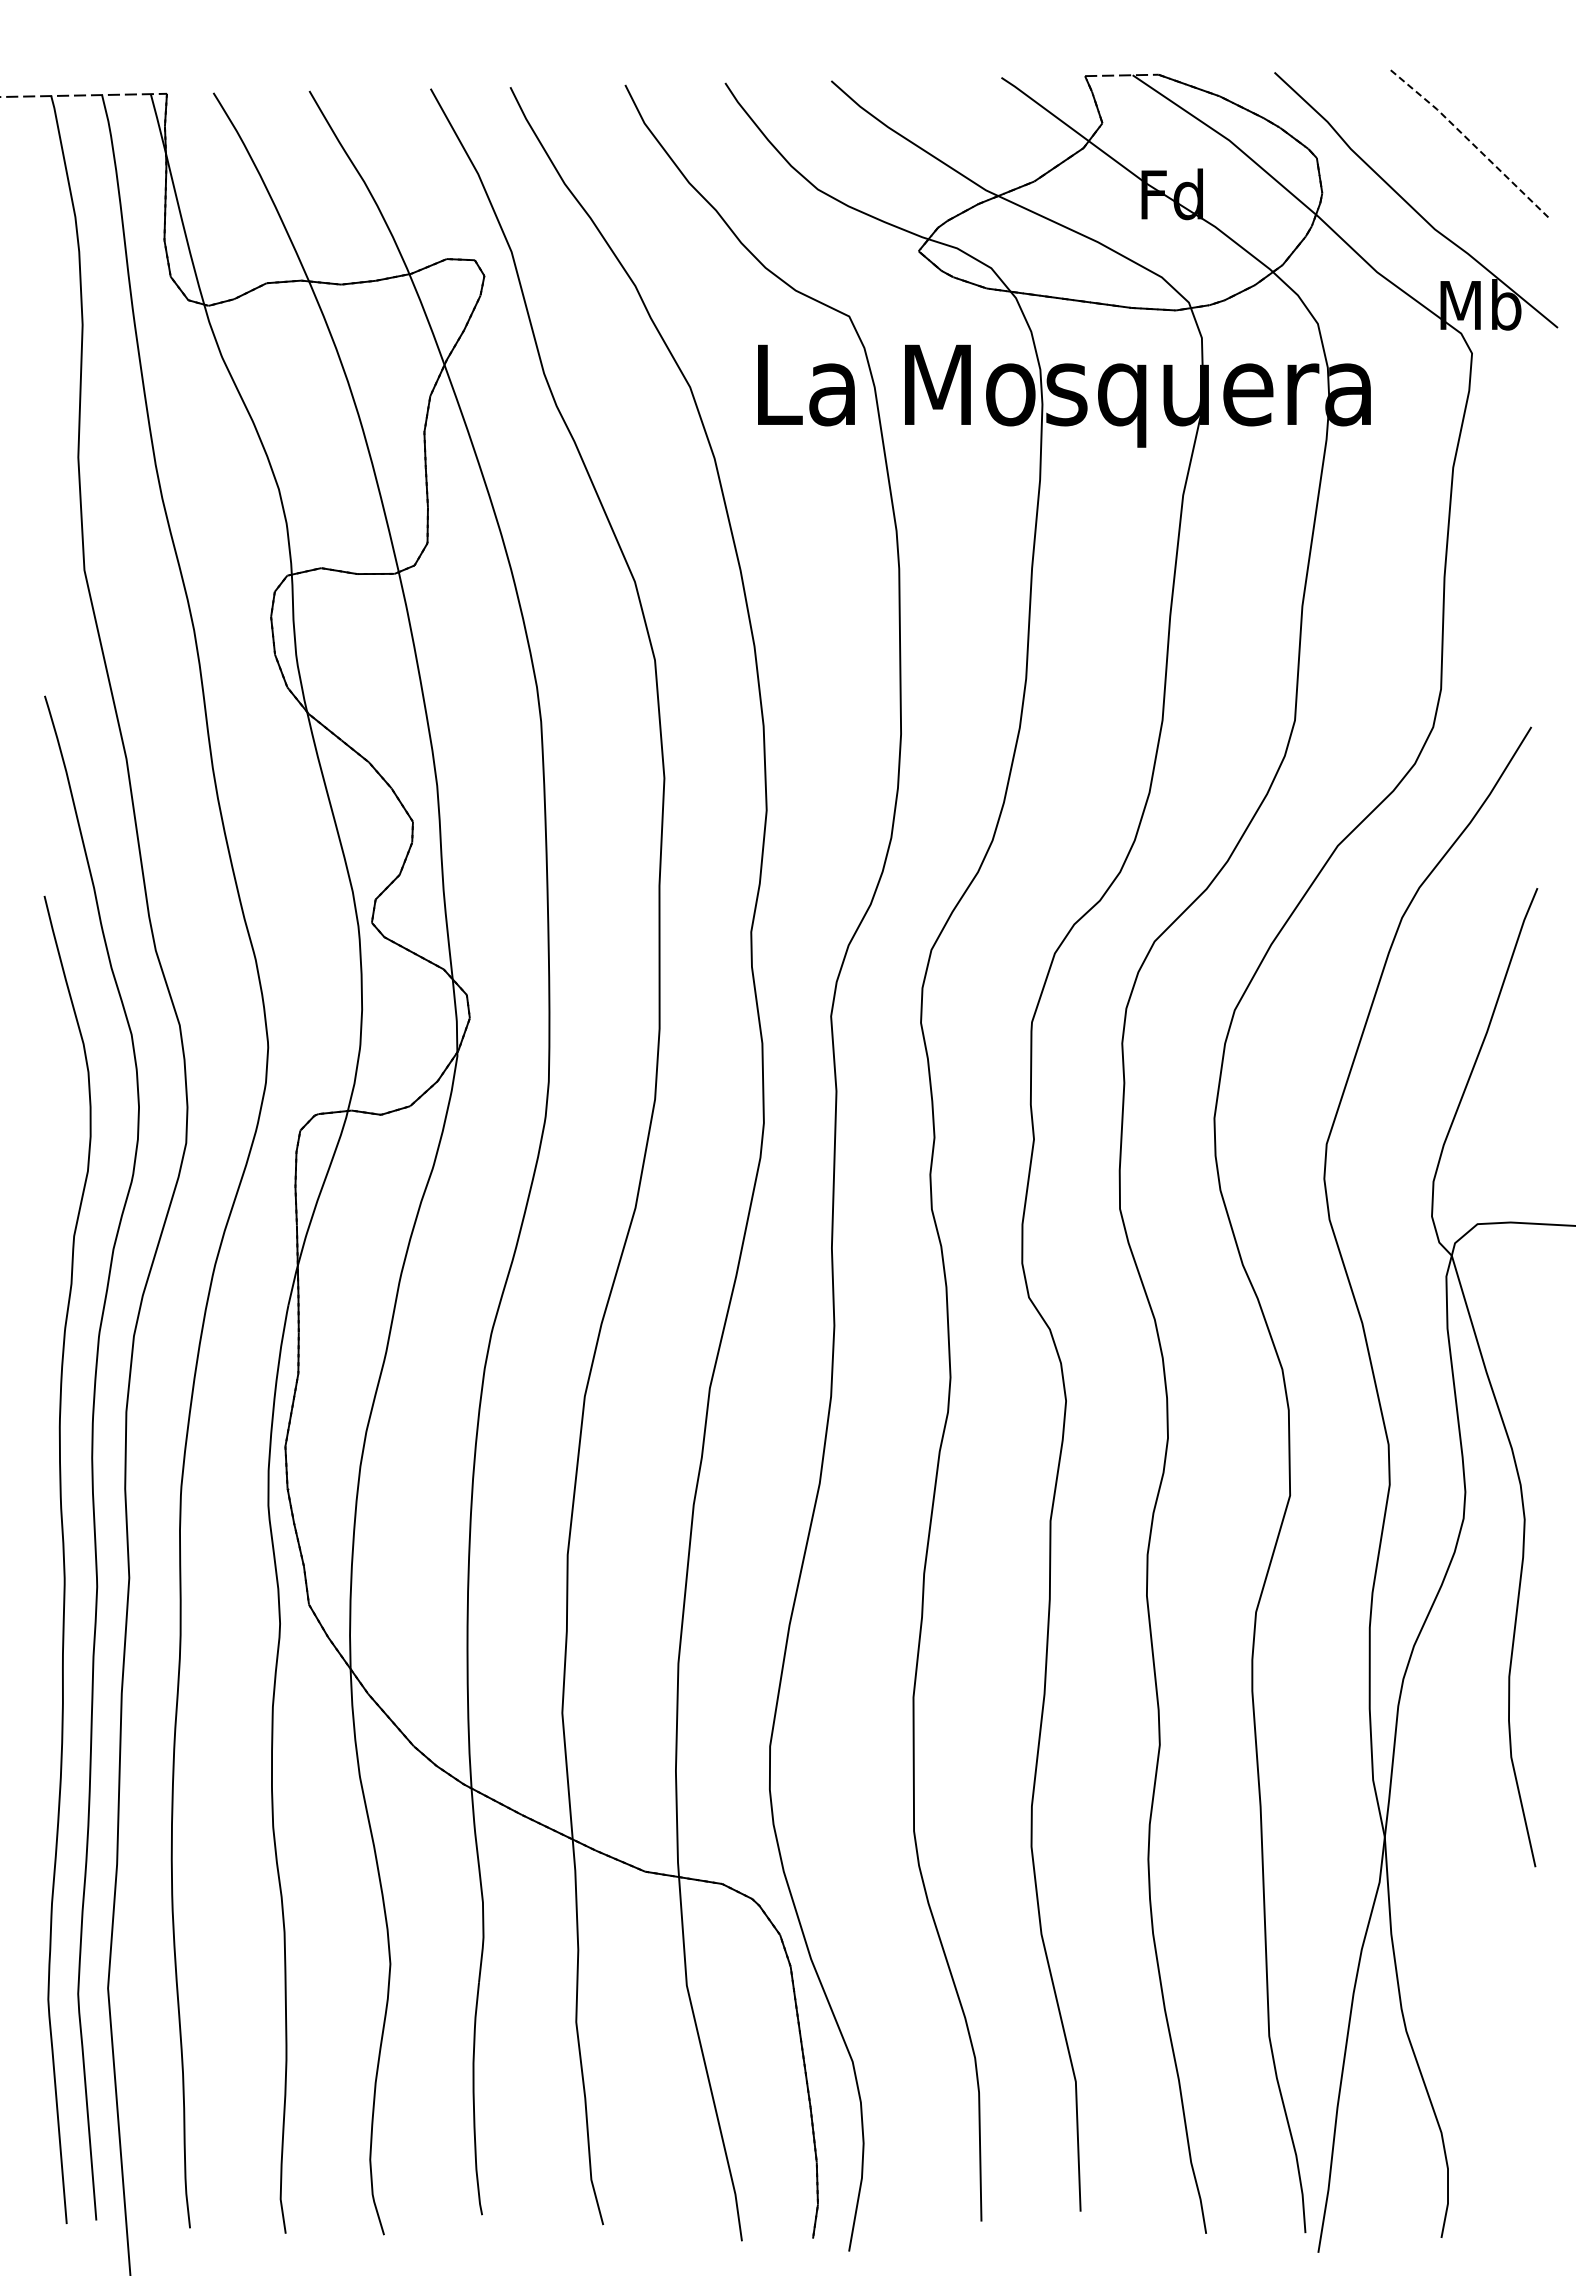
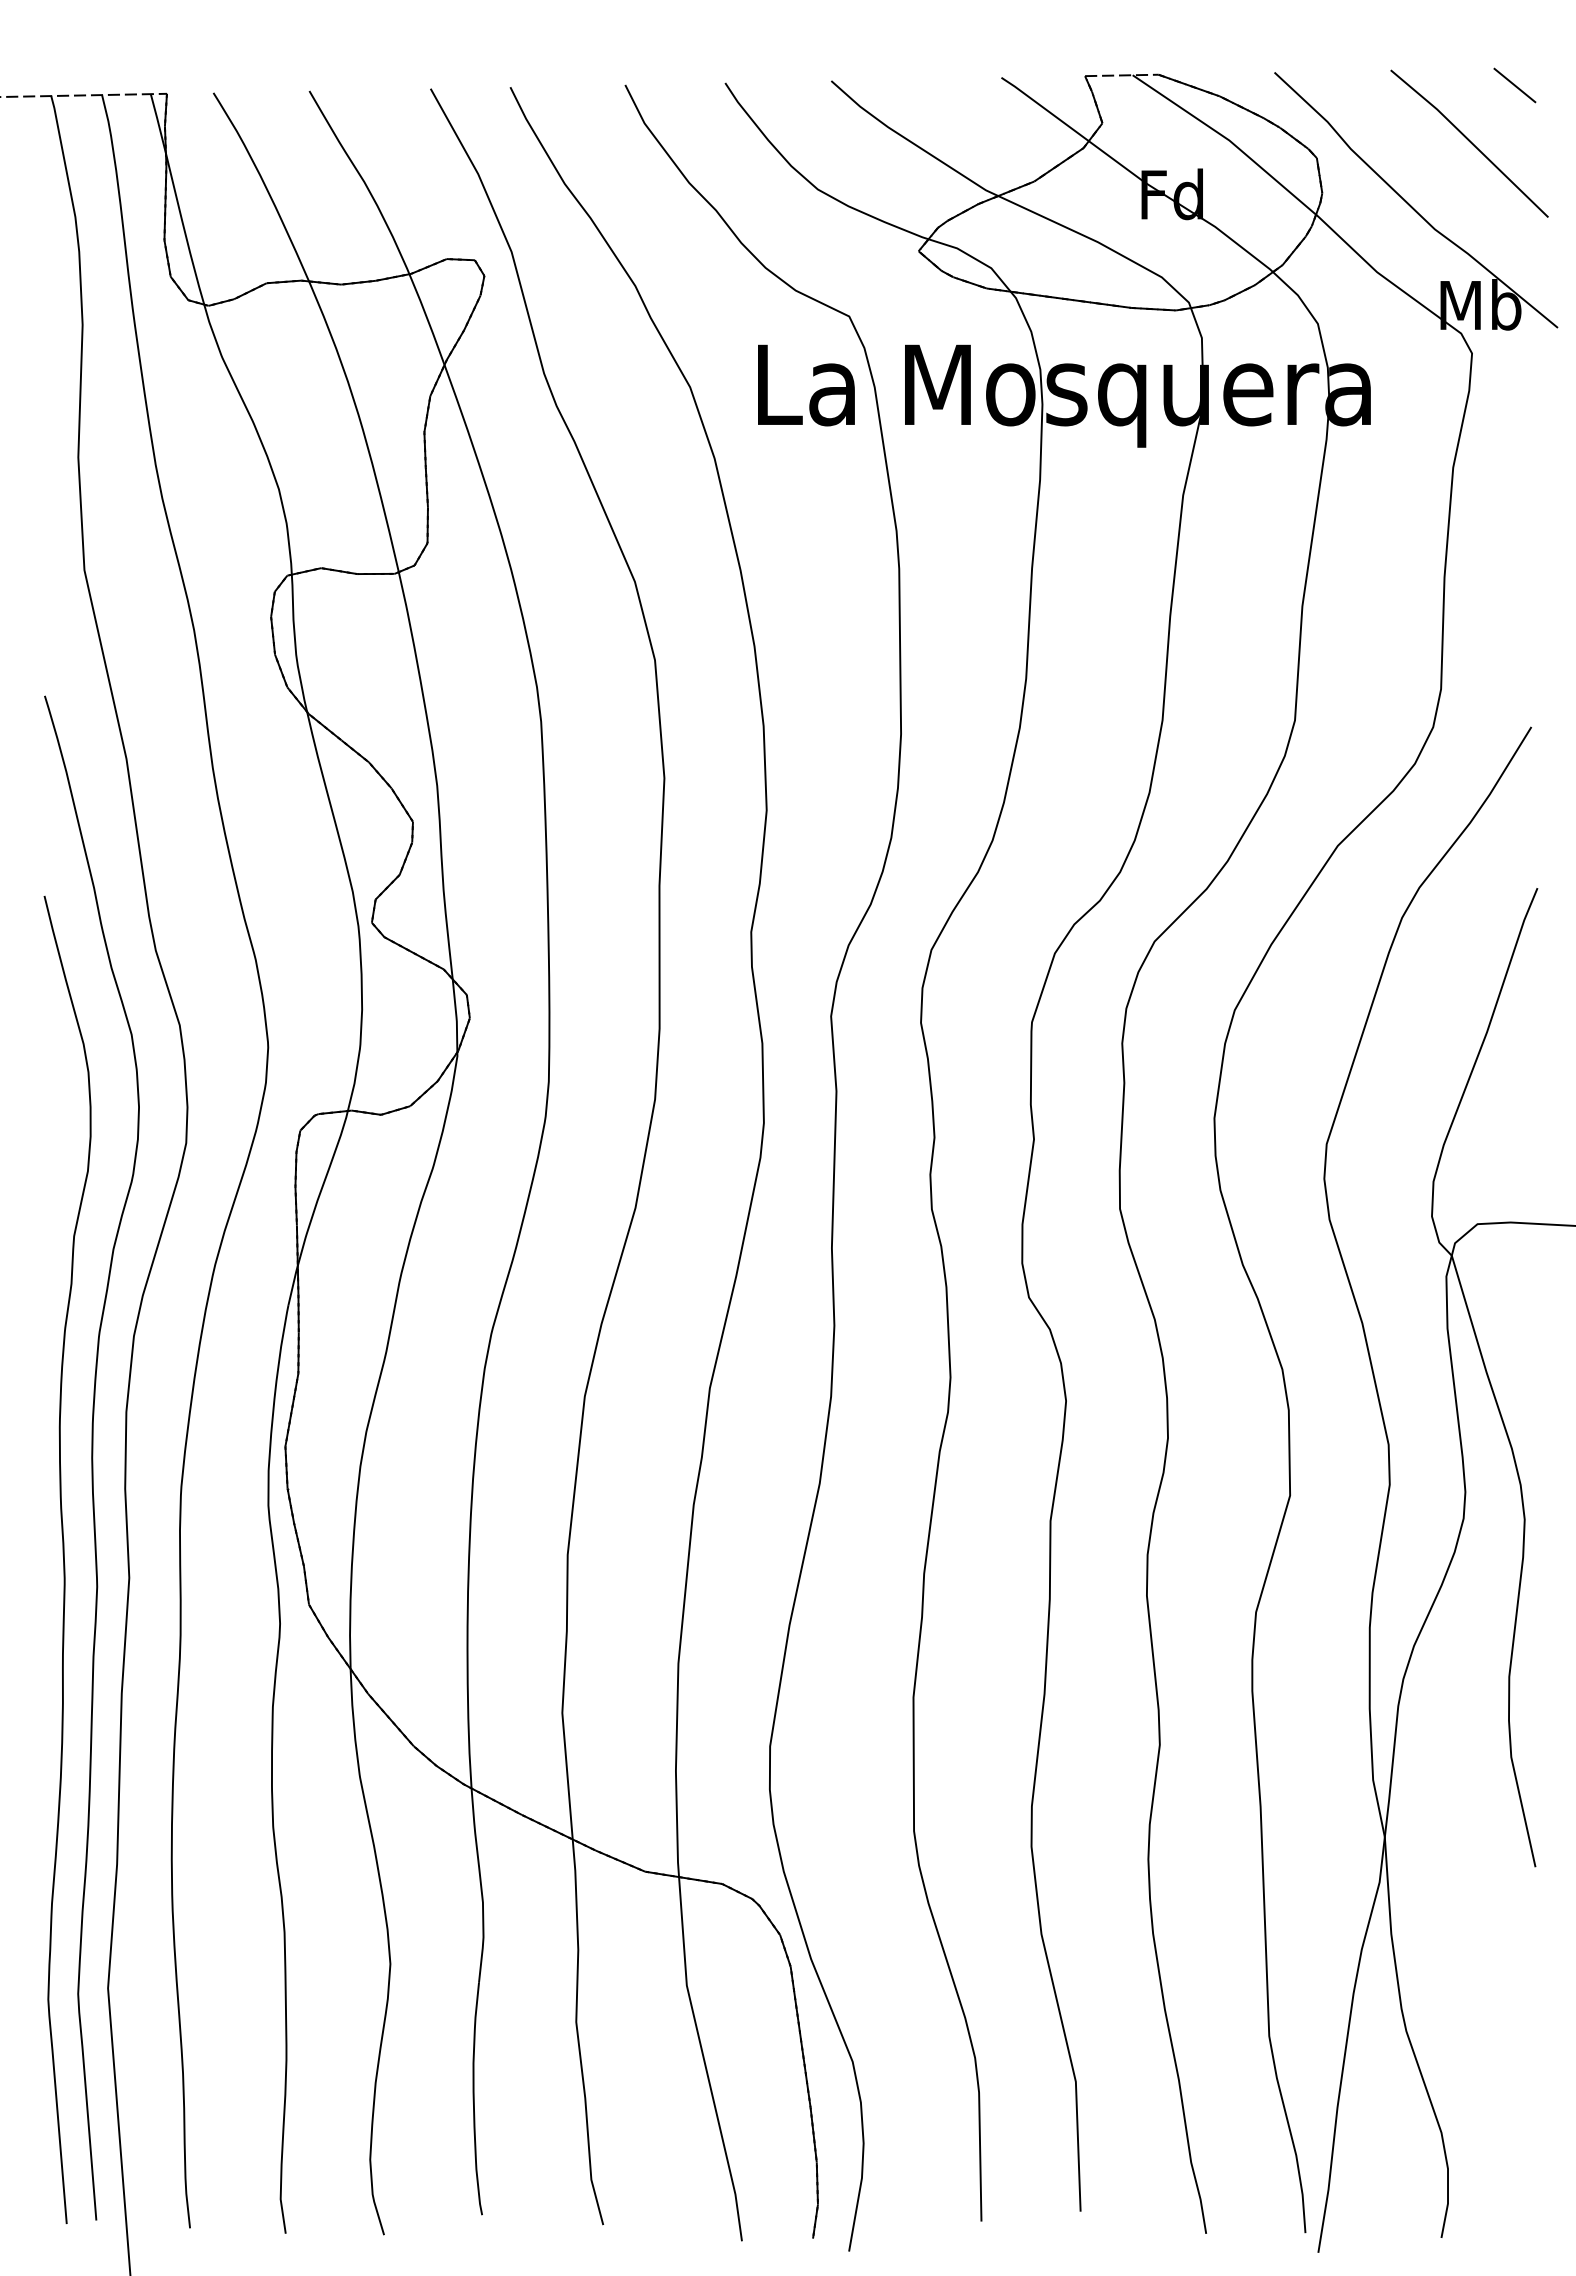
line at (1514, 85): none -> present
line at (1470, 141): dashed -> solid
